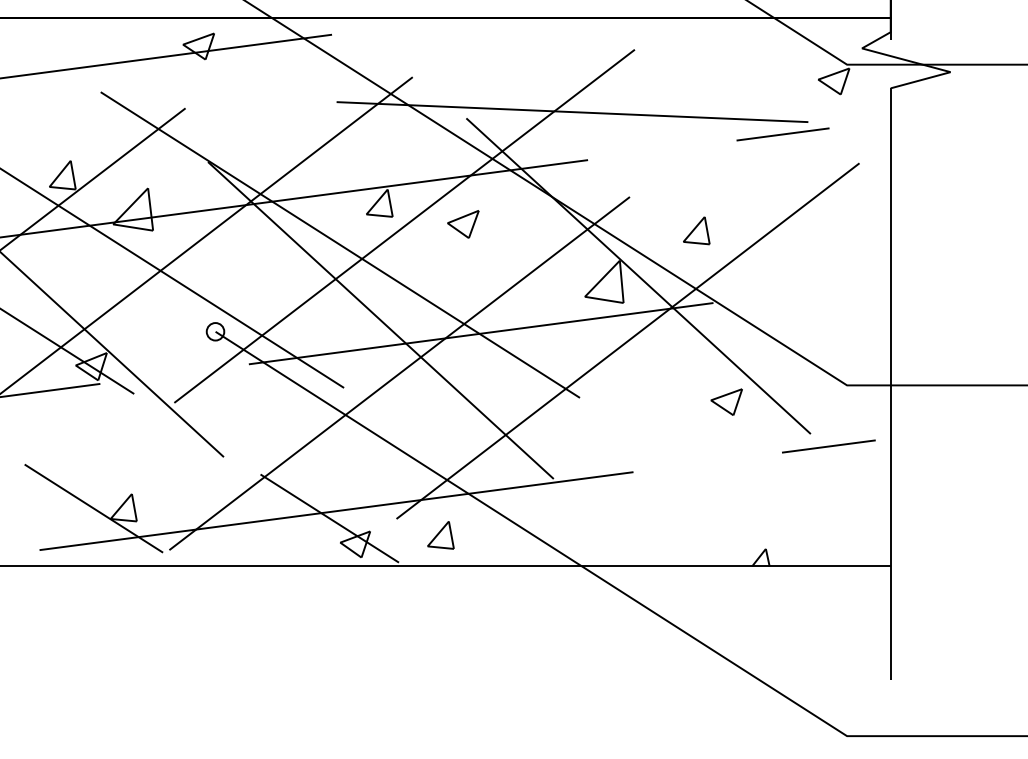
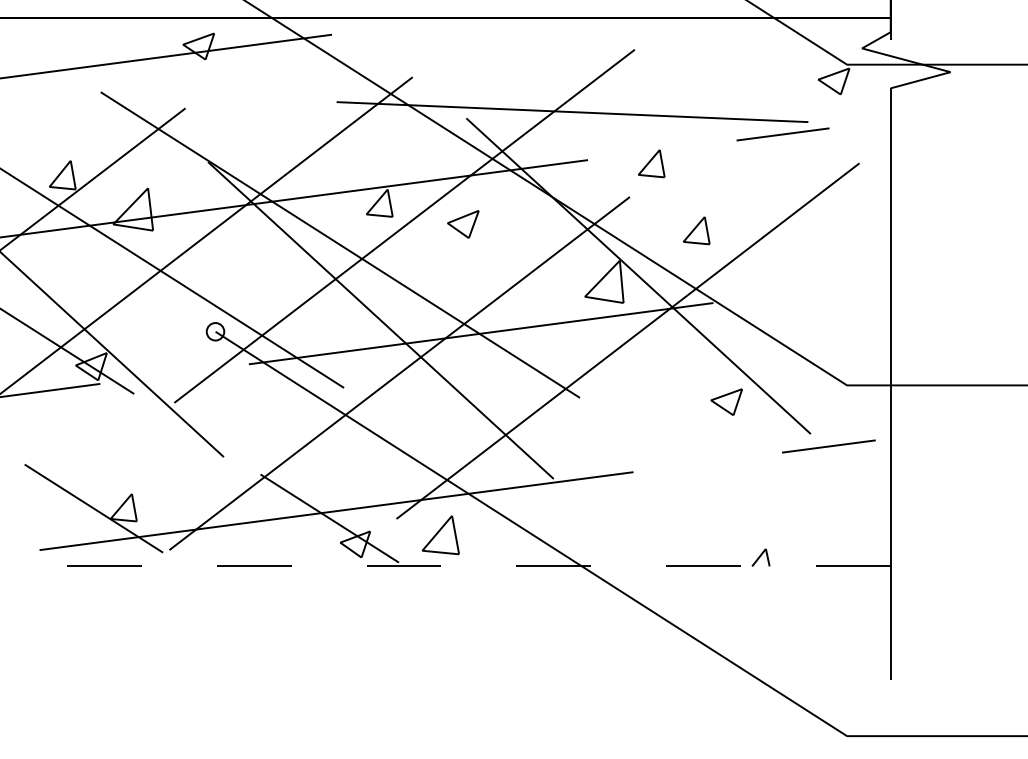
part at (651, 163): none -> present
part at (440, 535) size: 28x29 px -> 39x41 px
line at (445, 566): solid -> dashed
